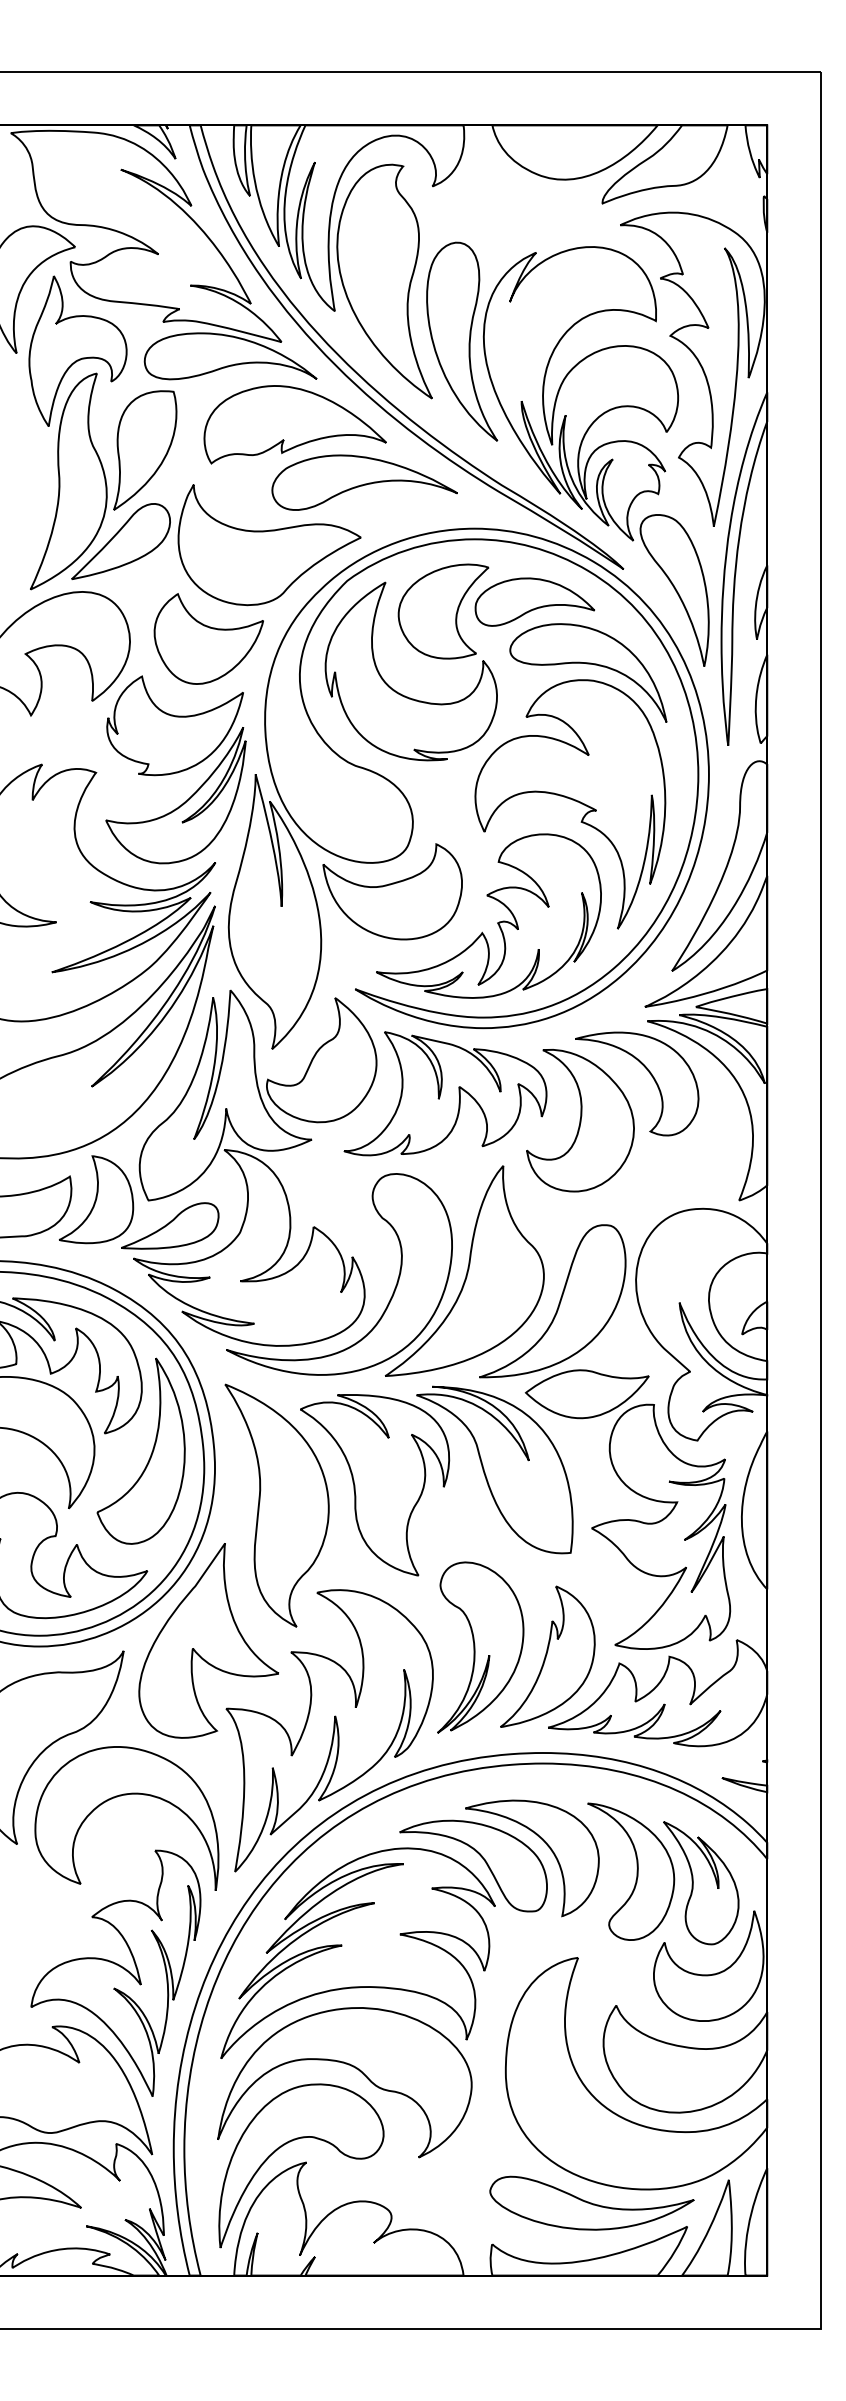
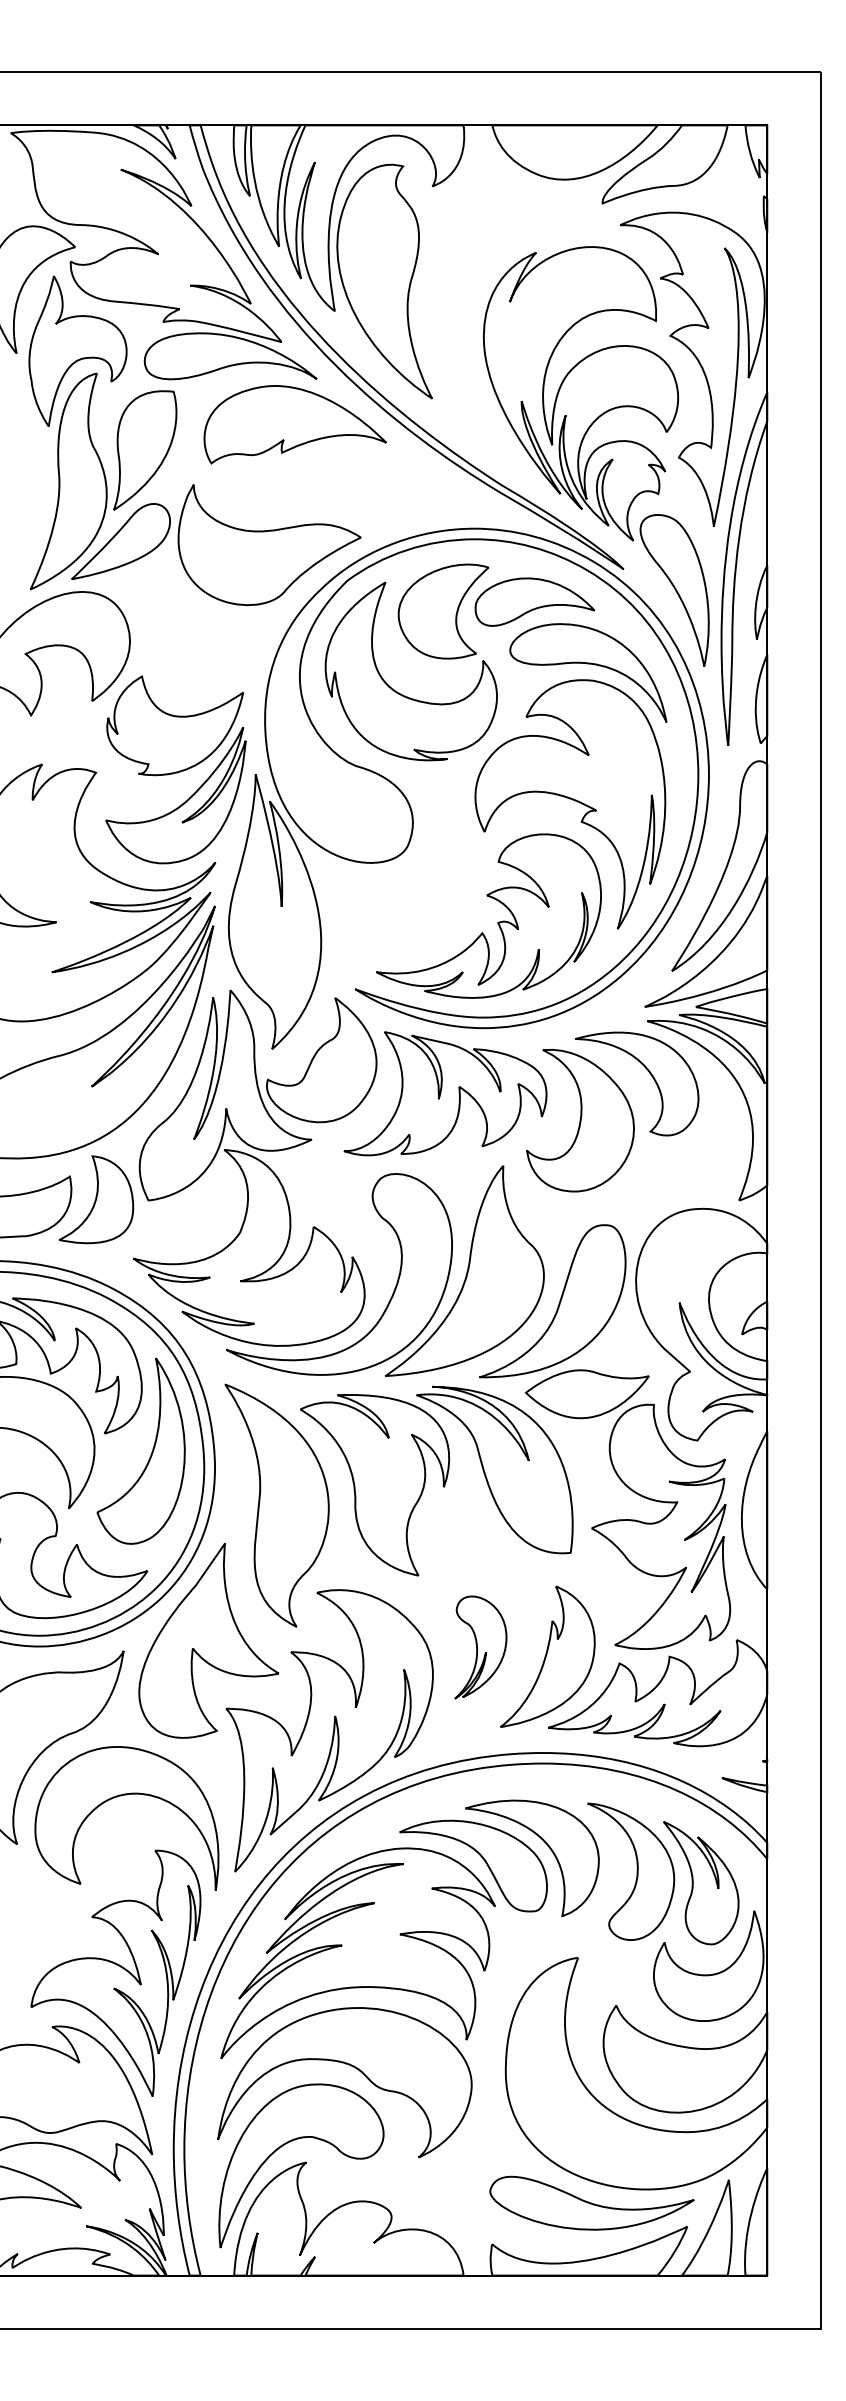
part at (462, 341): present -> none
part at (364, 482): present -> none
part at (208, 638): present -> none
part at (392, 891): present -> none
part at (170, 1225): present -> none
part at (480, 1647) size: 88x173 px -> 54x105 px
